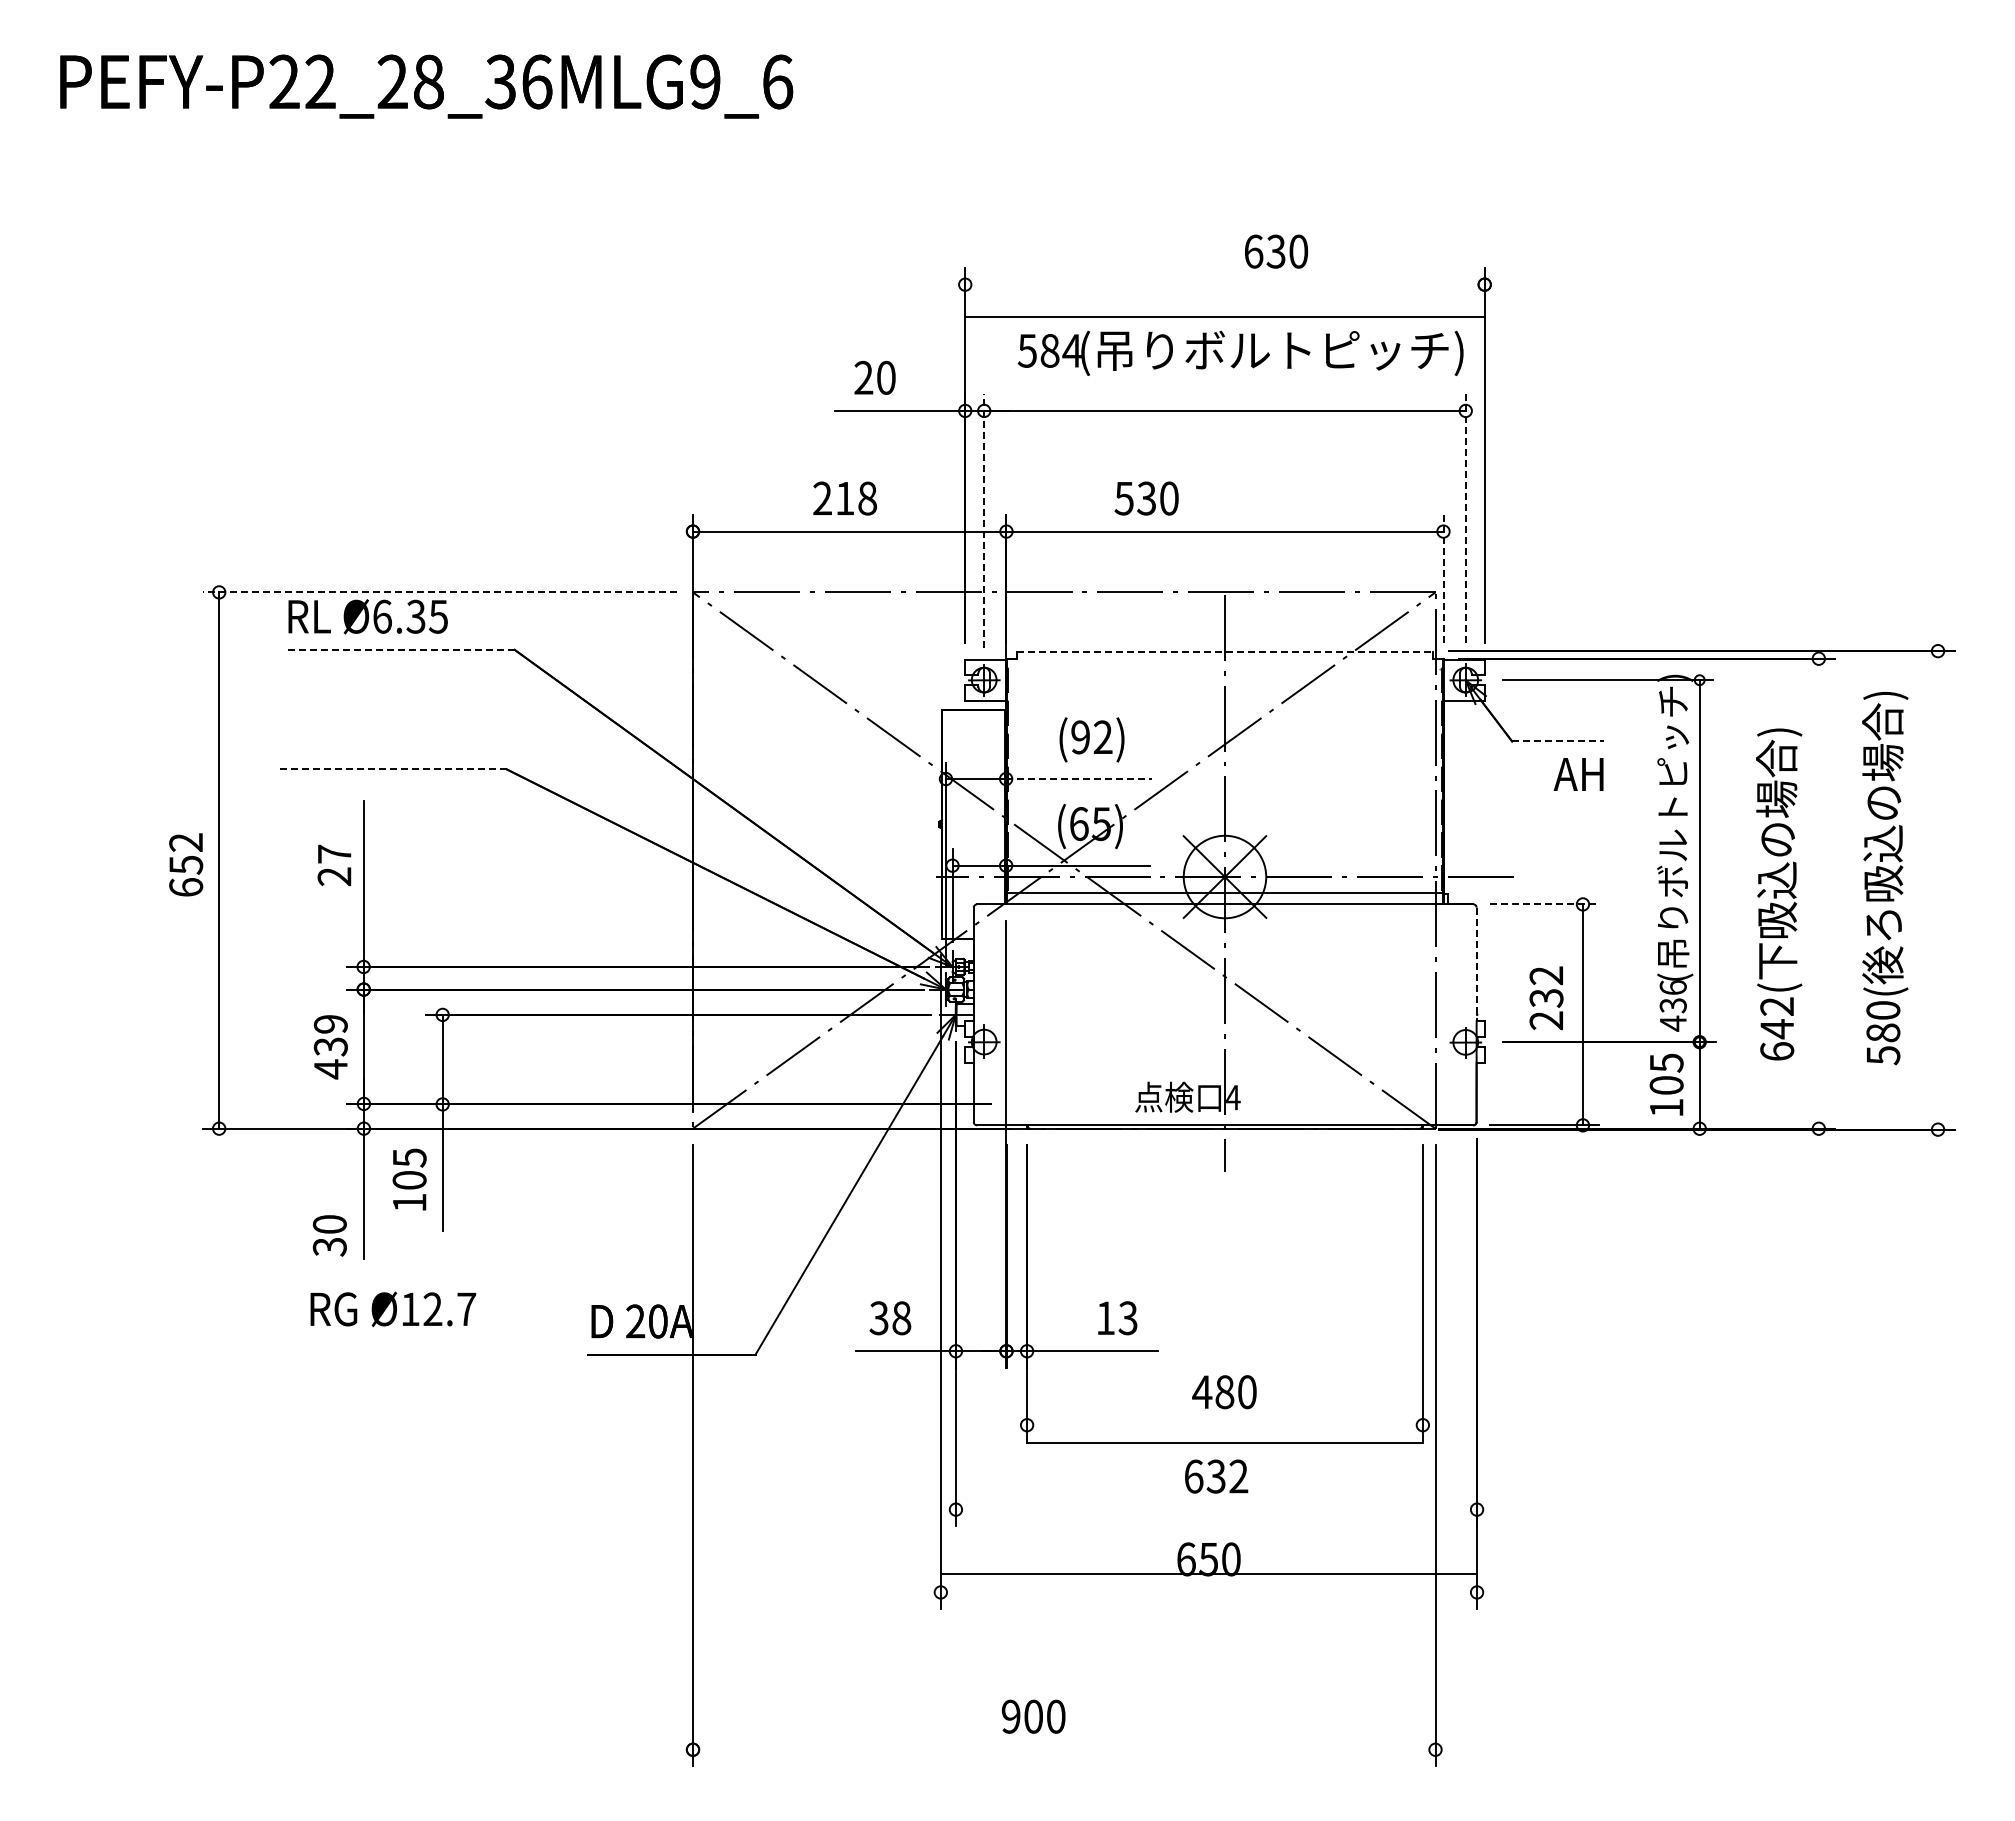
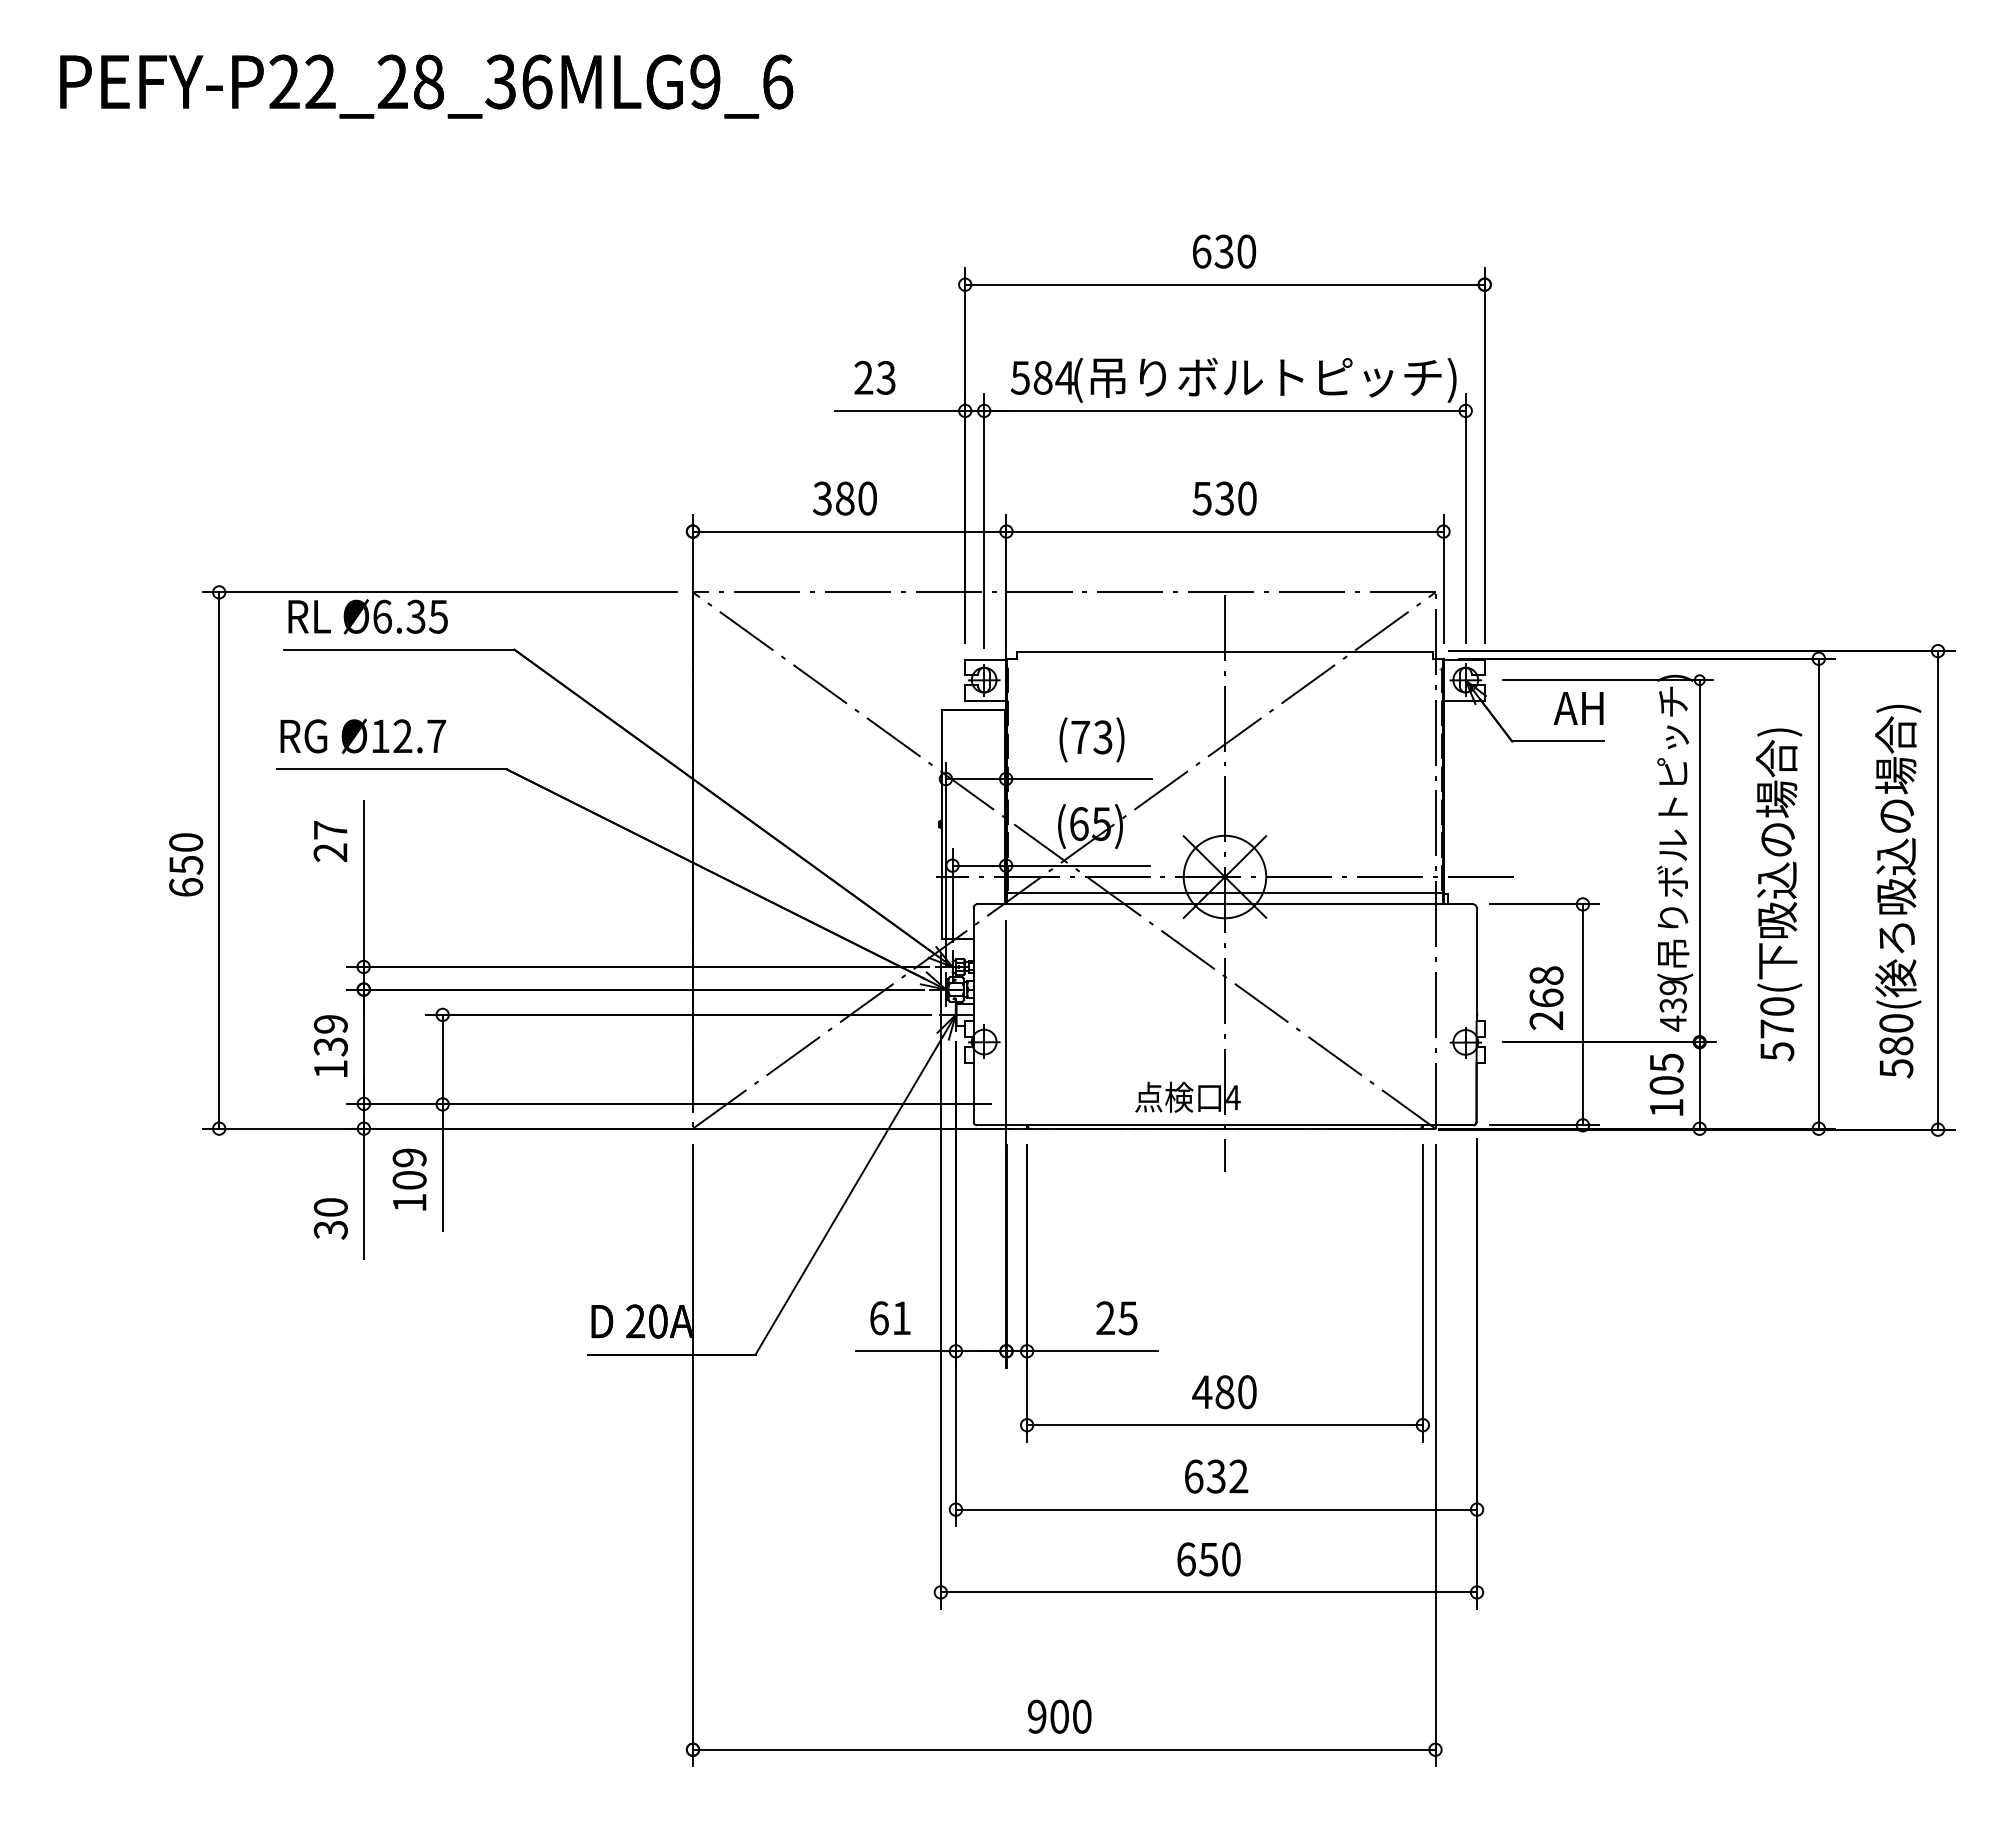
text at (1276, 251) position: (1276, 251) -> (1224, 251)
line at (1224, 316) position: (1224, 316) -> (1224, 284)
text at (1240, 352) position: (1240, 352) -> (1233, 379)
text at (885, 377): 20 -> 23
text at (845, 498): 218 -> 380
text at (1146, 498) position: (1146, 498) -> (1224, 498)
line at (1465, 518): dashed -> solid
line at (984, 521): dashed -> solid
line at (1443, 579): dashed -> solid
line at (439, 592): dashed -> solid
line at (399, 649): dashed -> solid
line at (1225, 652): dashed -> solid
text at (1091, 737): (92) -> (73)
line at (1558, 741): dashed -> solid
line at (391, 769): dashed -> solid
text at (1578, 774) position: (1578, 774) -> (1578, 708)
line at (1078, 779): dashed -> solid
text at (186, 842): 652 -> 650
text at (334, 864) position: (334, 864) -> (330, 840)
text at (1885, 878) position: (1885, 878) -> (1898, 891)
line at (1938, 890): none -> present
line at (1818, 893): none -> present
line at (1544, 904): dashed -> solid
line at (1476, 964): dashed -> solid
text at (1546, 986): 232 -> 268
text at (1672, 987): 436 -> 439
text at (1777, 1029): 642( -> 570(
text at (330, 1069): 439 -> 139
text at (409, 1157): 105 -> 109
text at (329, 1235) position: (329, 1235) -> (330, 1218)
text at (393, 1309) position: (393, 1309) -> (363, 736)
text at (890, 1318): 38 -> 61
text at (1116, 1318): 13 -> 25
line at (1224, 1443) position: (1224, 1443) -> (1224, 1425)
line at (1216, 1509): none -> present
line at (1208, 1574) position: (1208, 1574) -> (1208, 1592)
text at (1033, 1716) position: (1033, 1716) -> (1059, 1716)
line at (1063, 1749): none -> present
